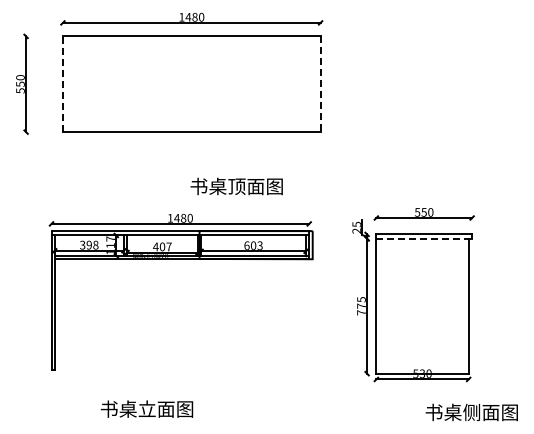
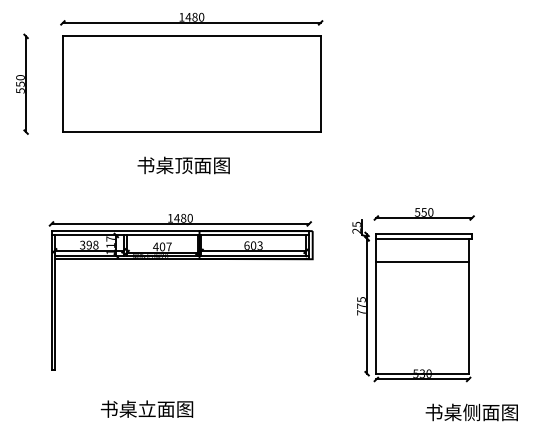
line at (62, 84): dashed -> solid
line at (320, 84): dashed -> solid
text at (236, 186) position: (236, 186) -> (183, 165)
line at (424, 238): dashed -> solid
line at (422, 262): none -> present
